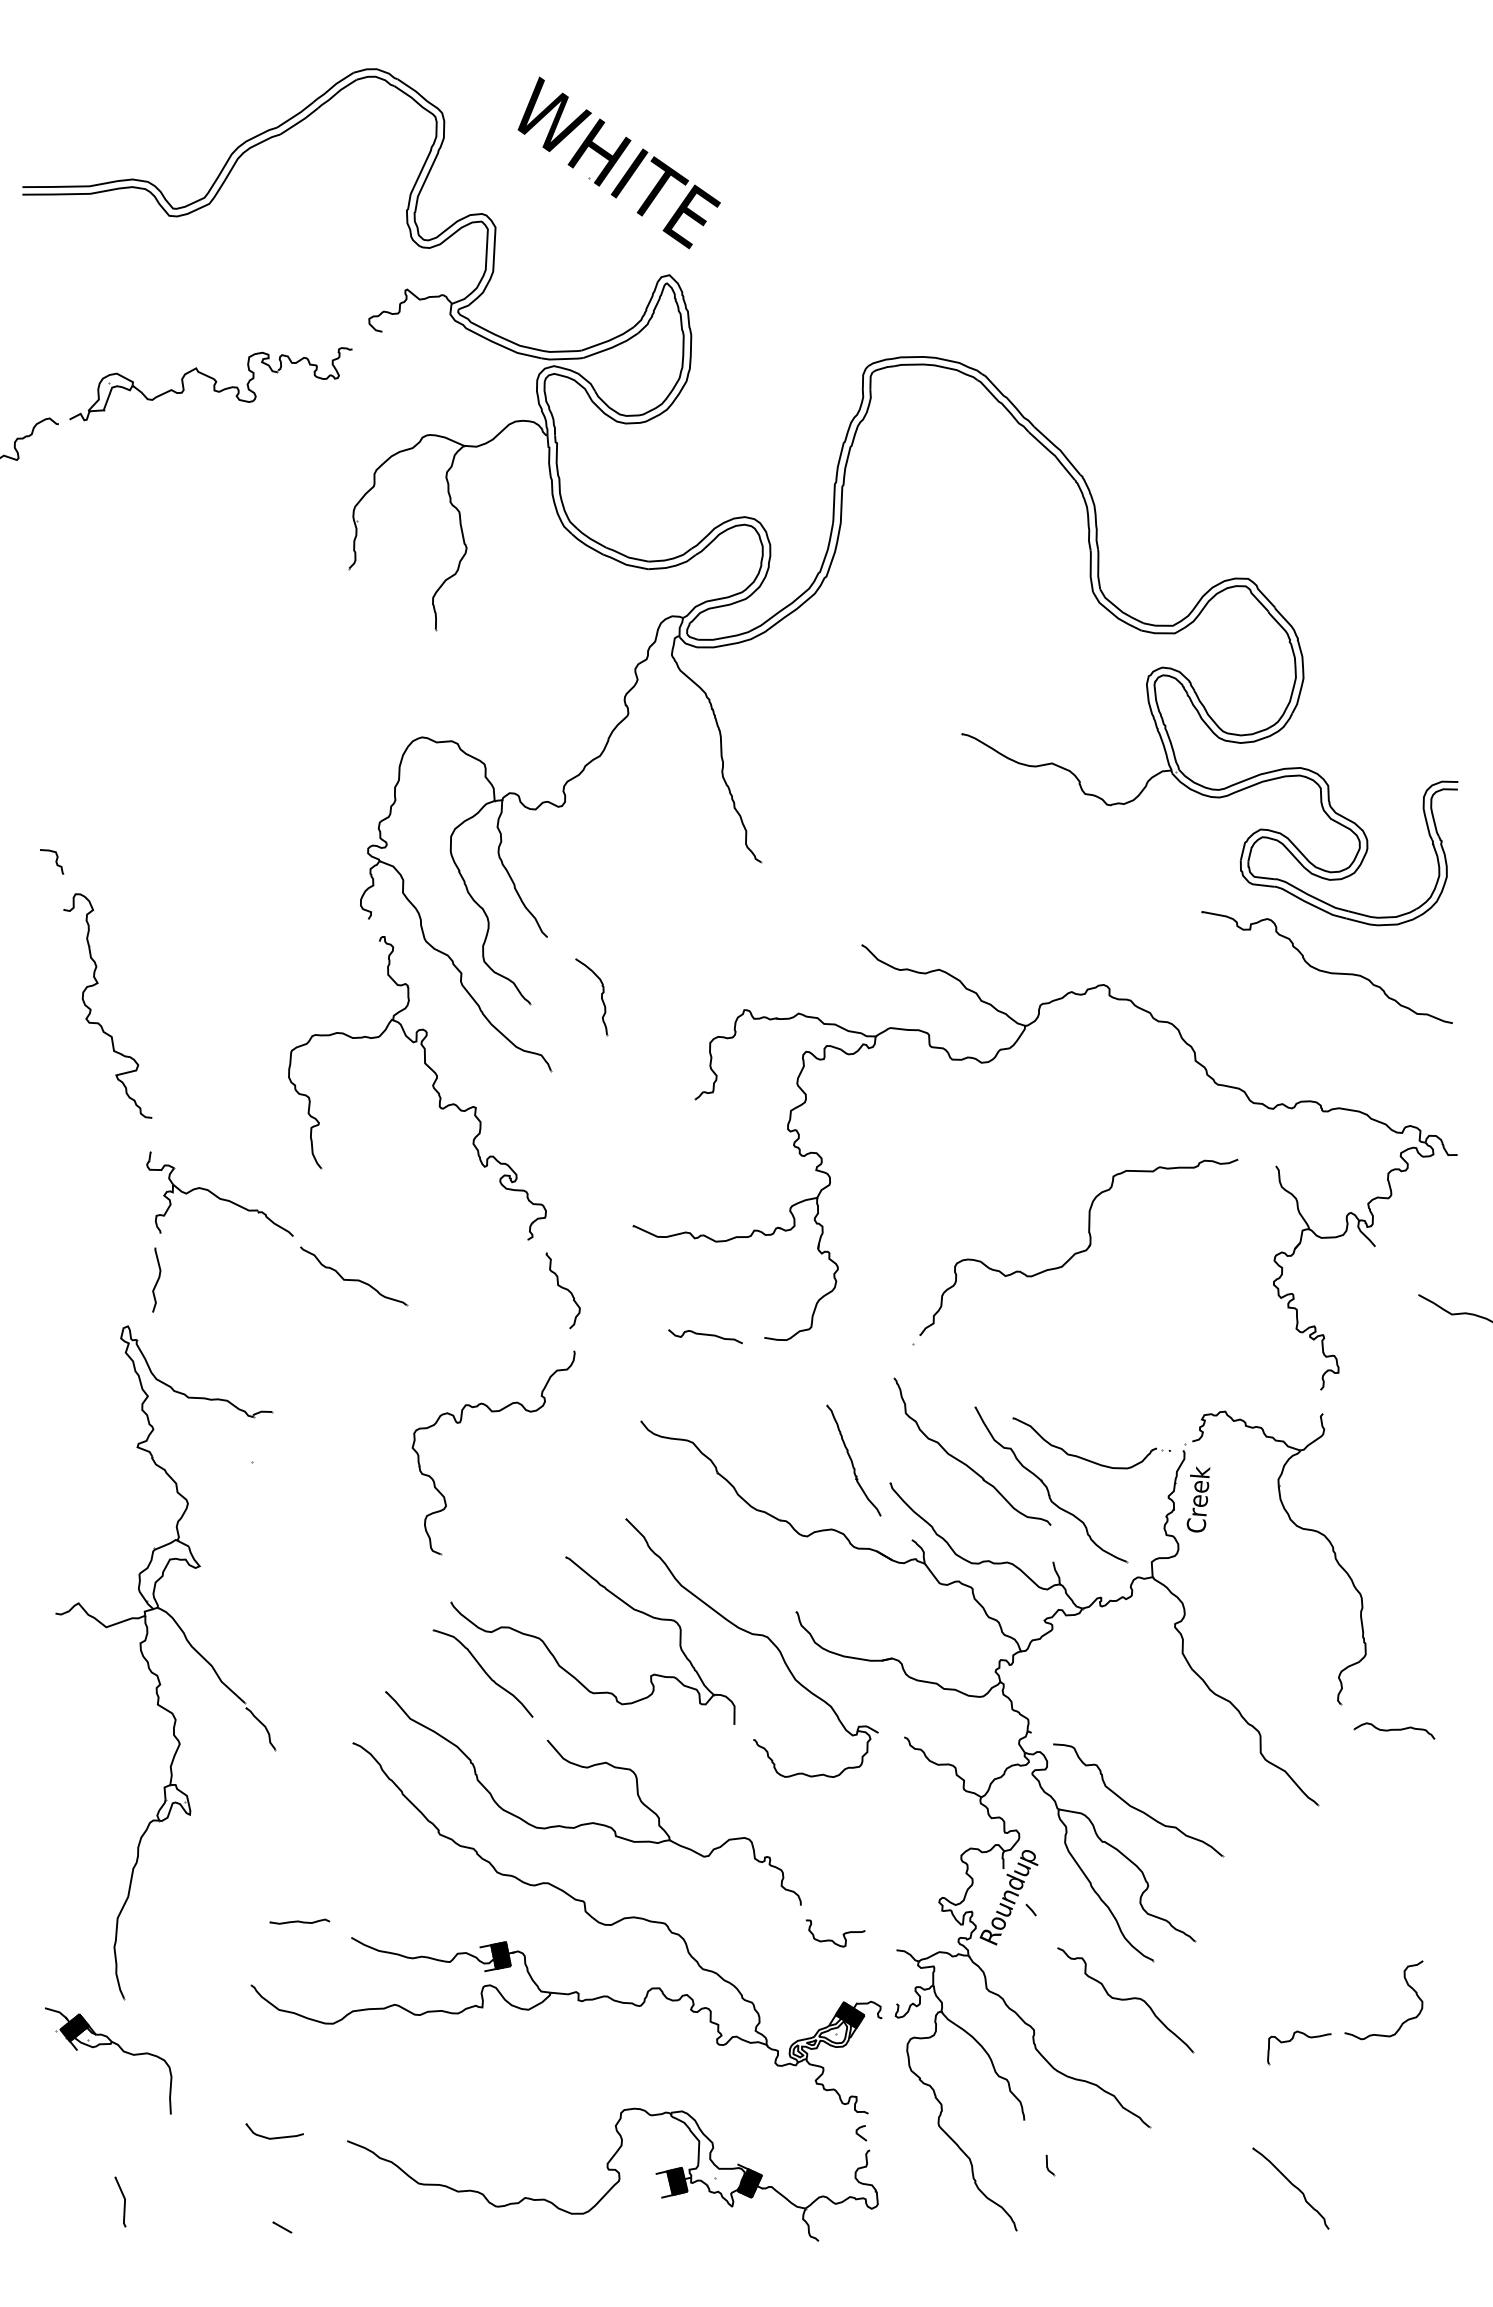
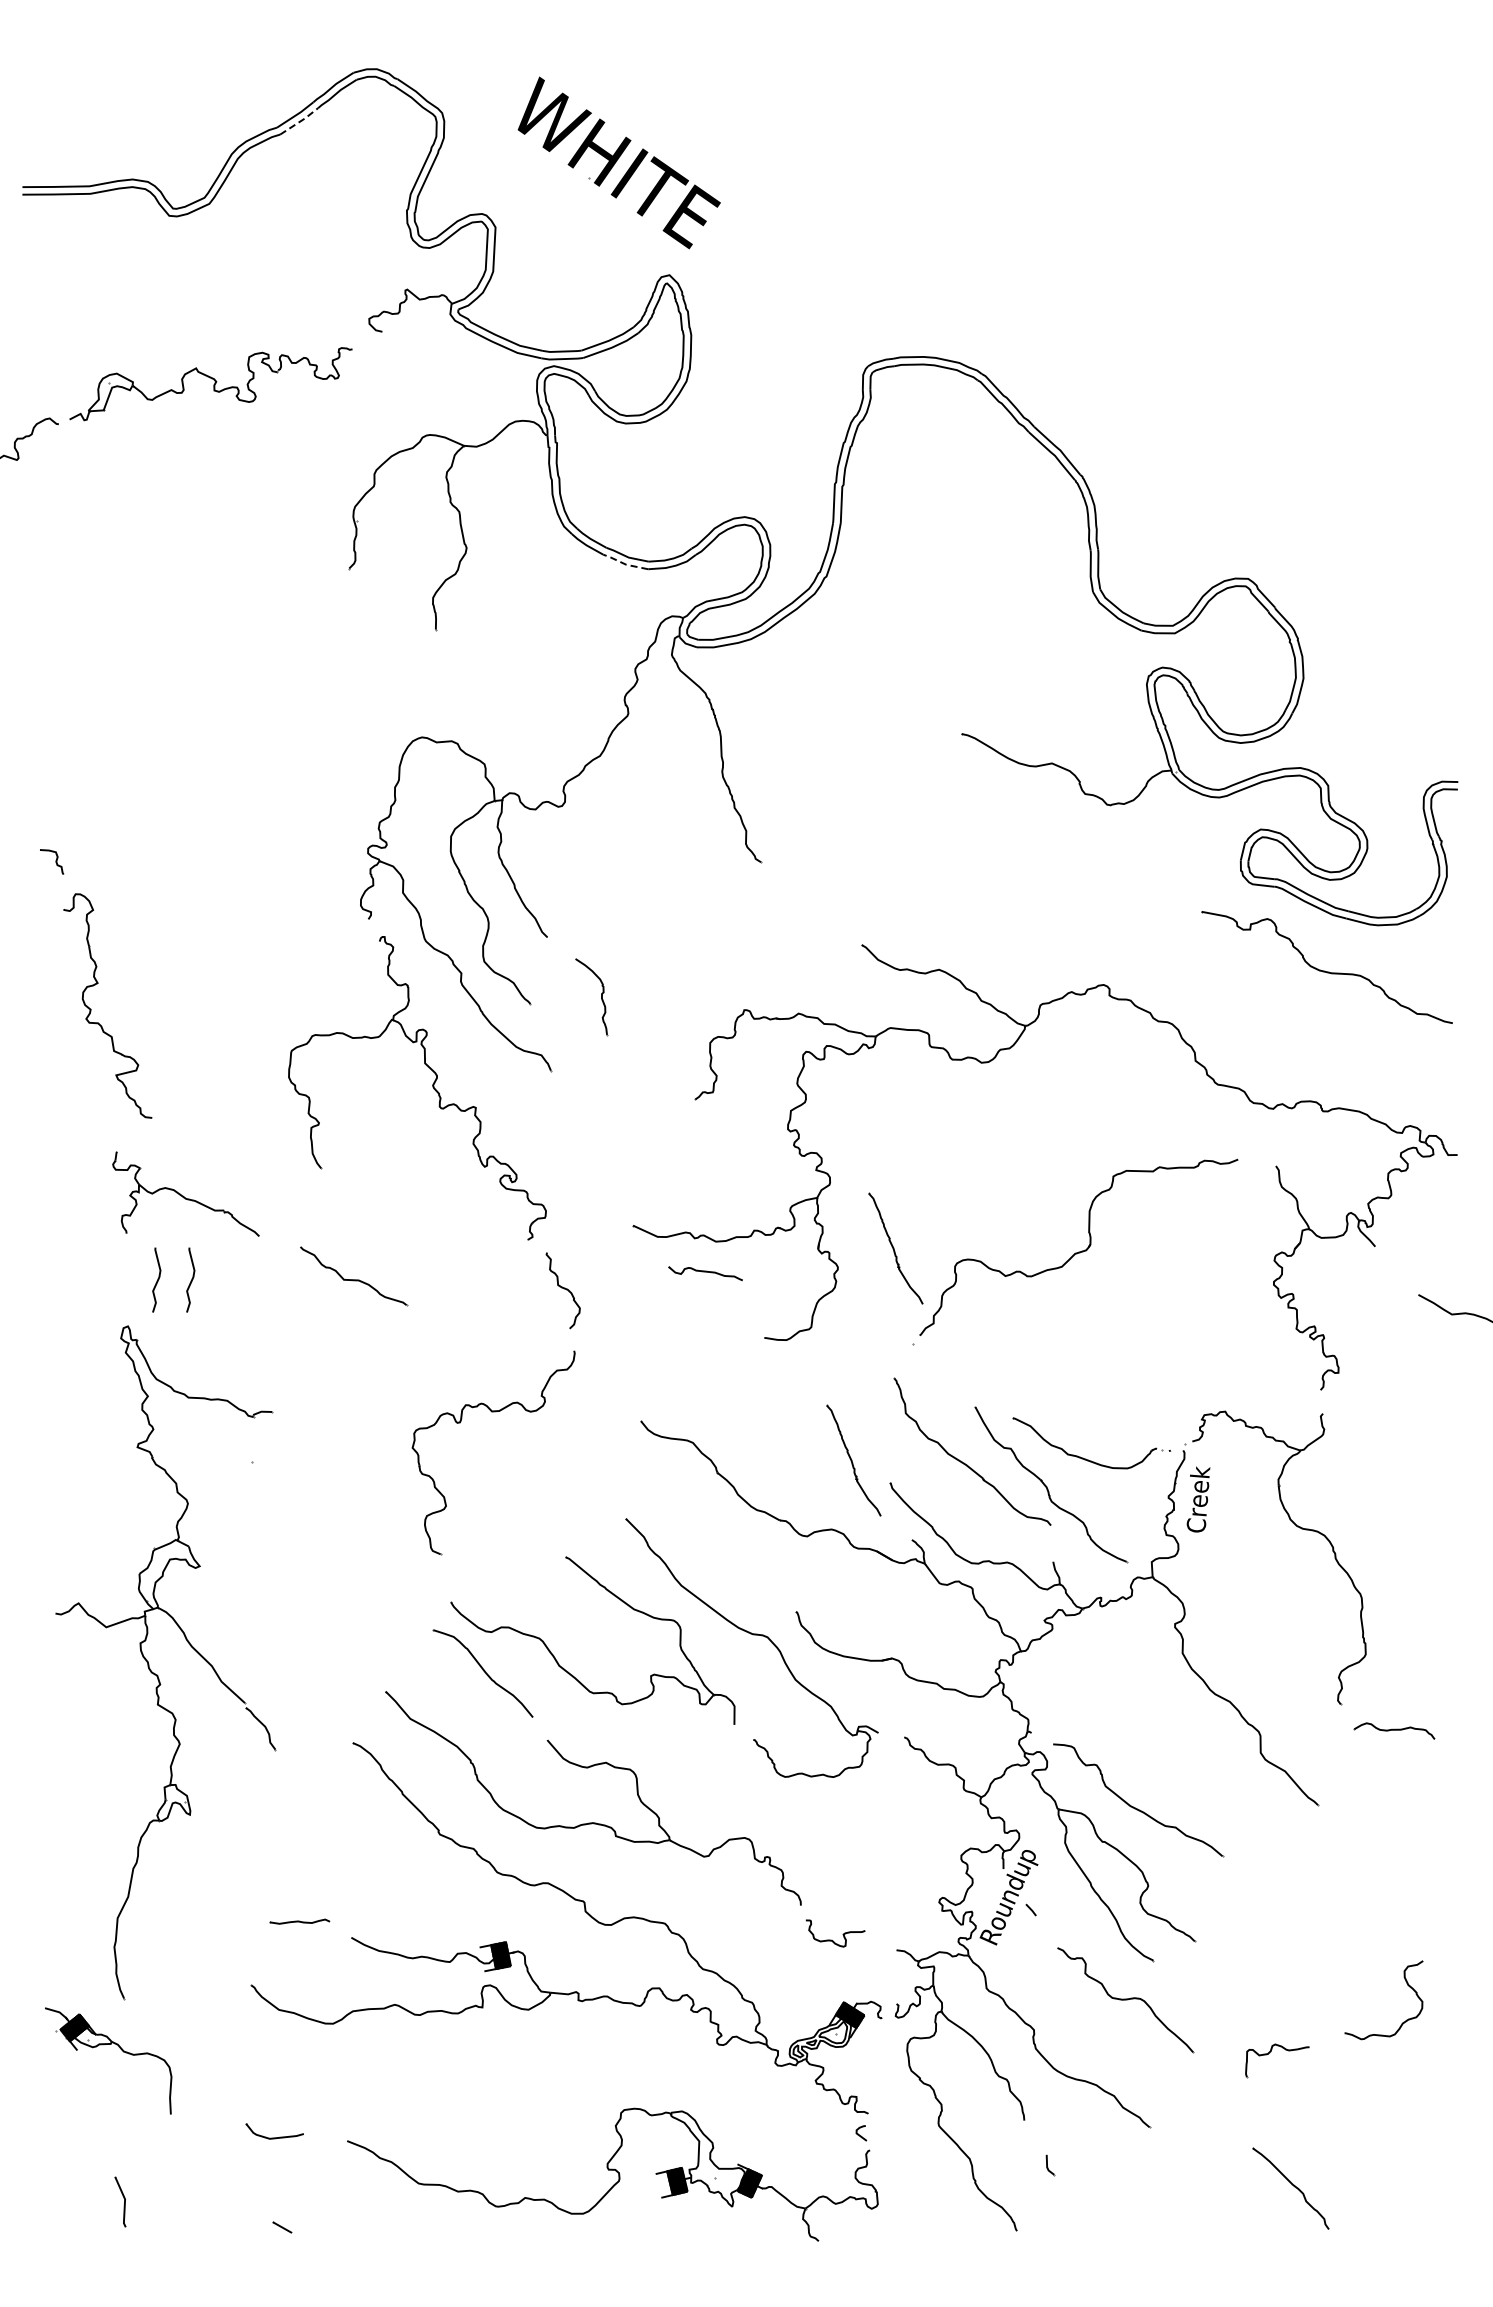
line at (300, 121): solid -> dashed
line at (624, 563): solid -> dashed
part at (219, 1193) position: (219, 1193) -> (185, 1193)
part at (895, 1248): none -> present
curve at (191, 1279): none -> present
part at (705, 1336) position: (705, 1336) -> (705, 1273)
part at (1292, 2039) position: (1292, 2039) -> (1270, 2052)
